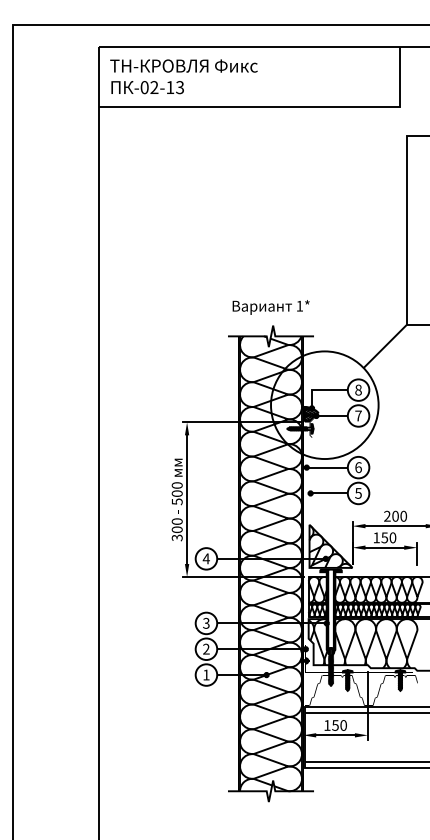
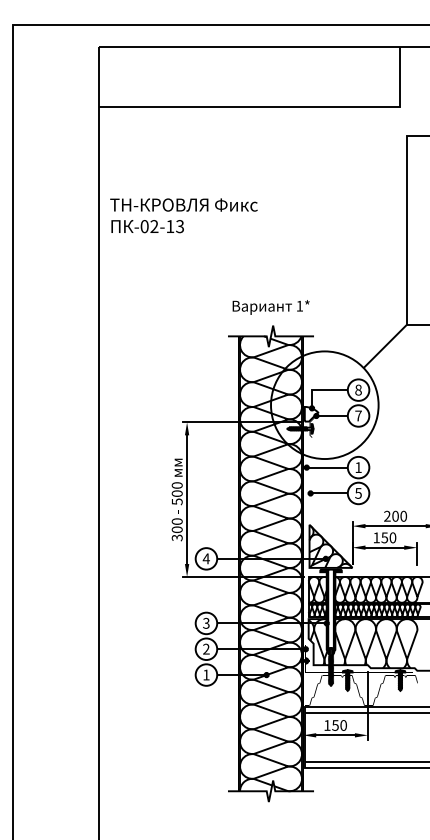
text at (183, 76) position: (183, 76) -> (183, 215)
hatch at (311, 413): present -> none
text at (358, 467): 6 -> 1
